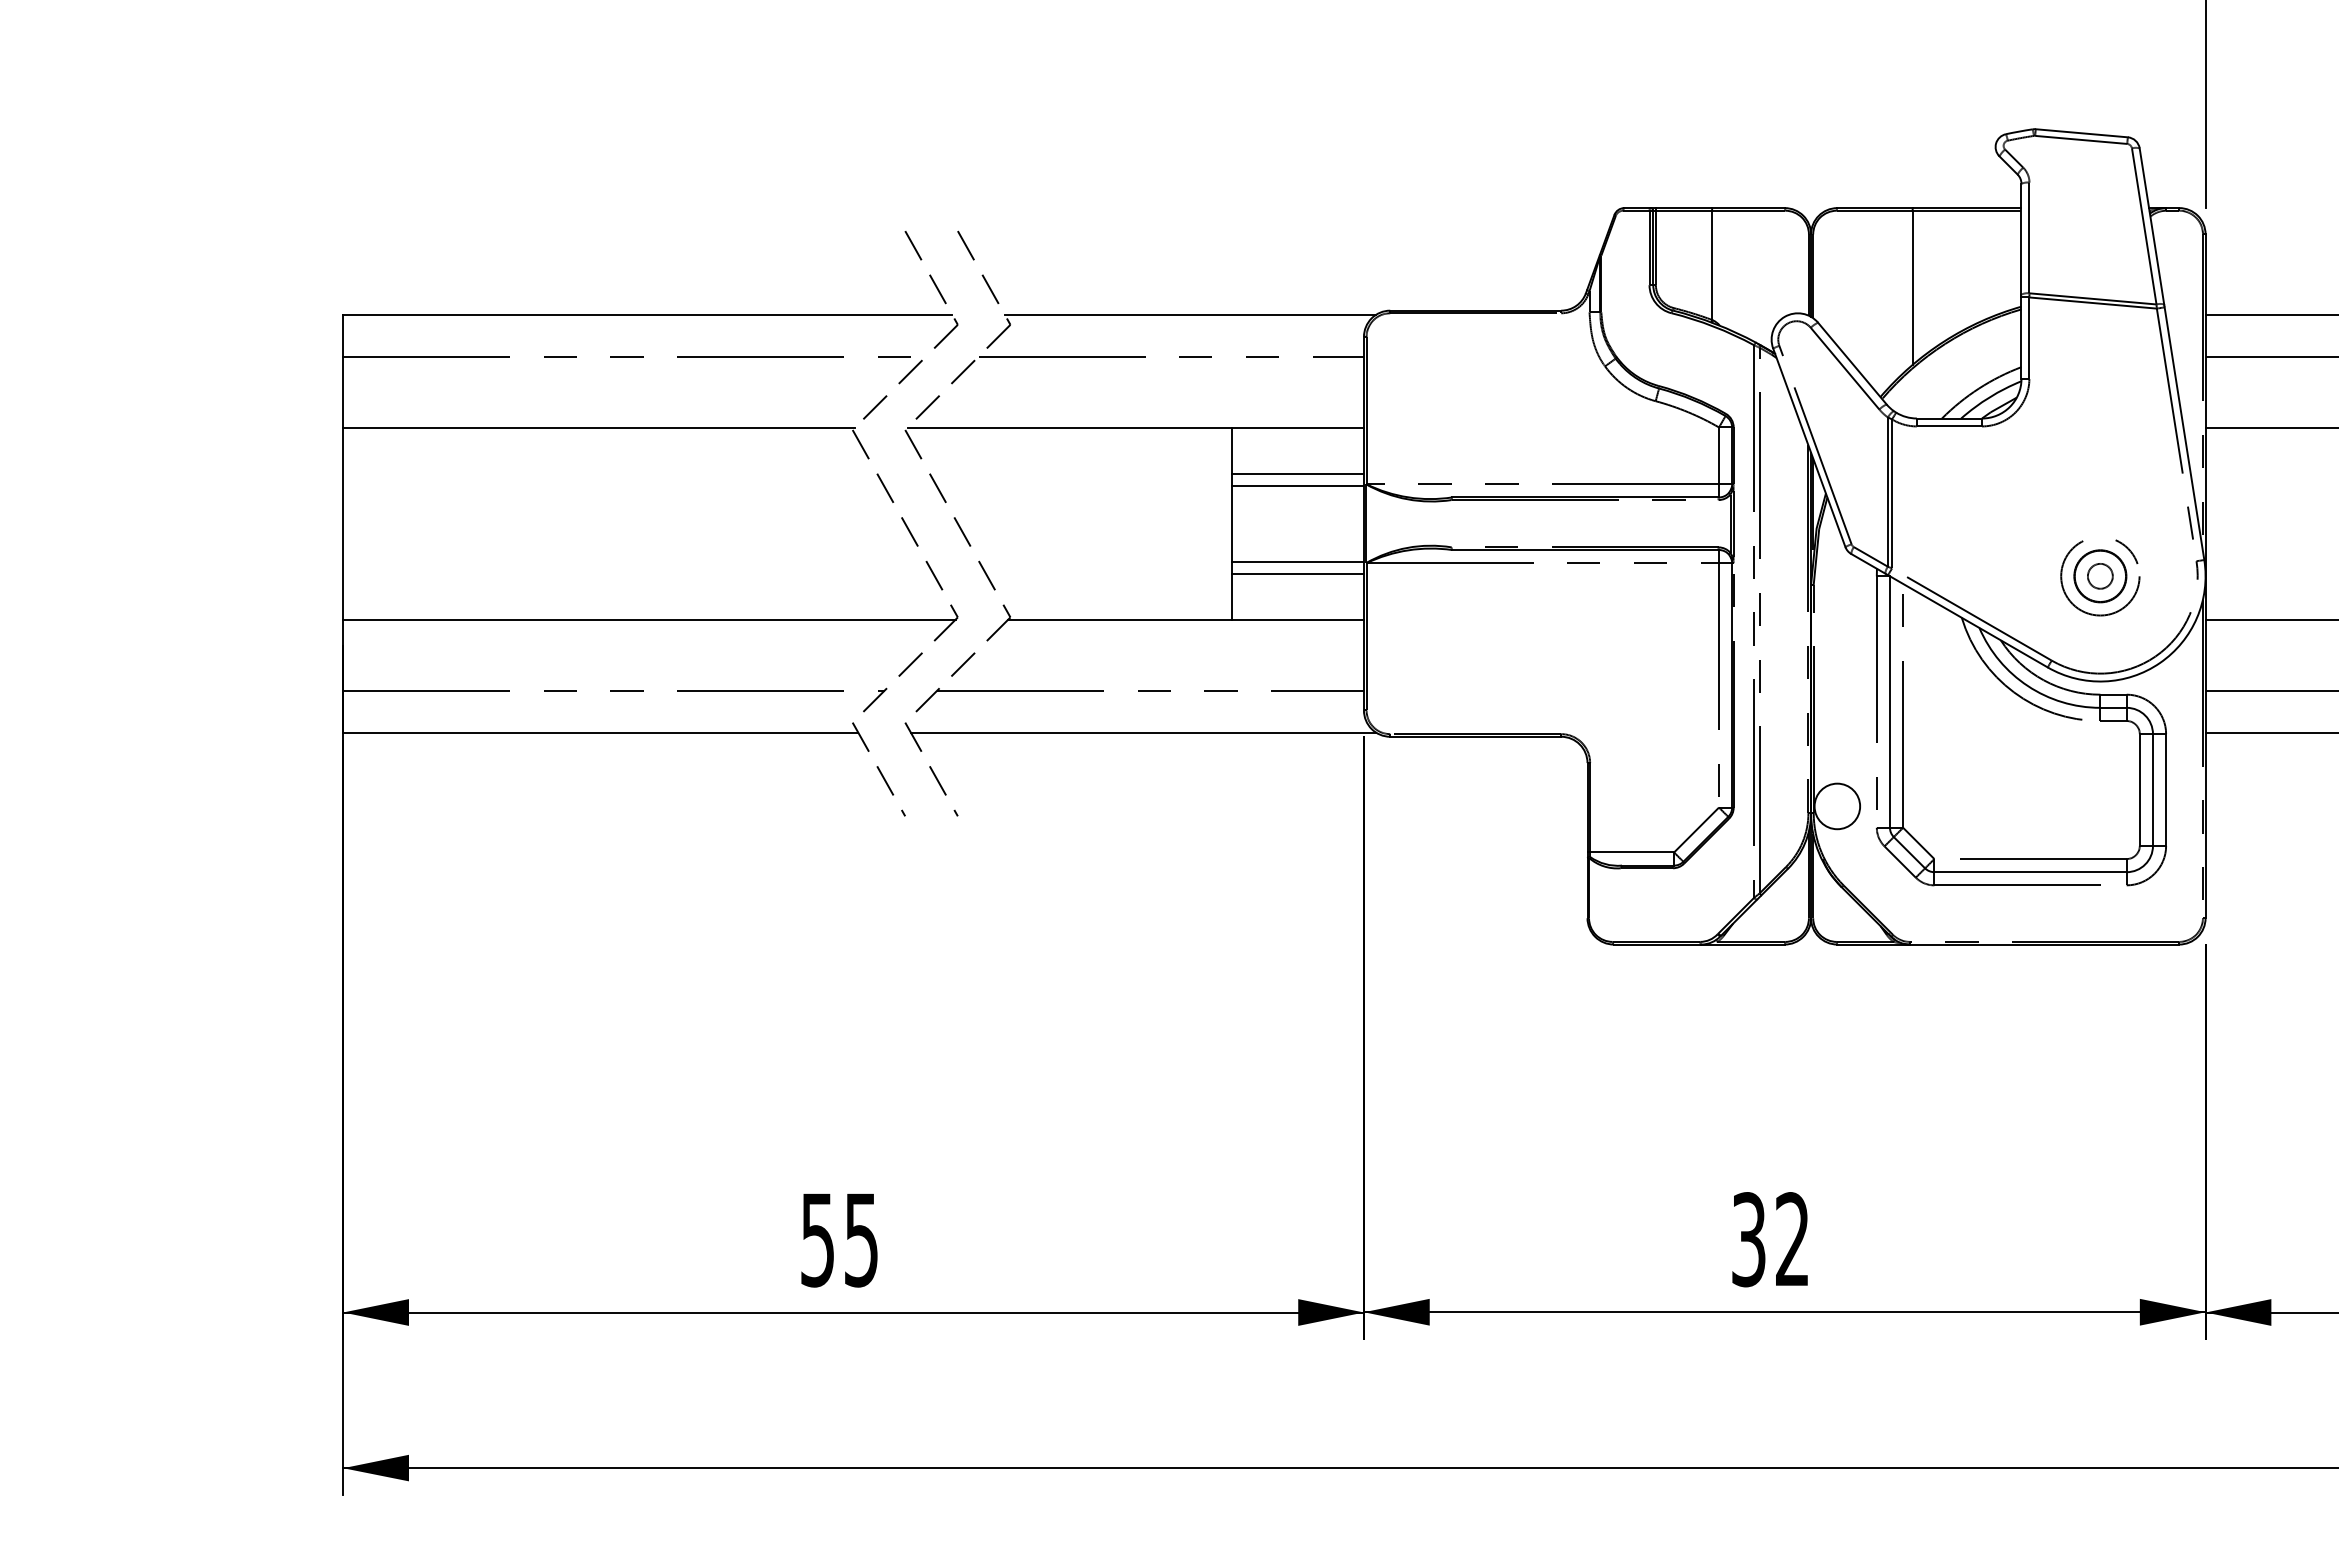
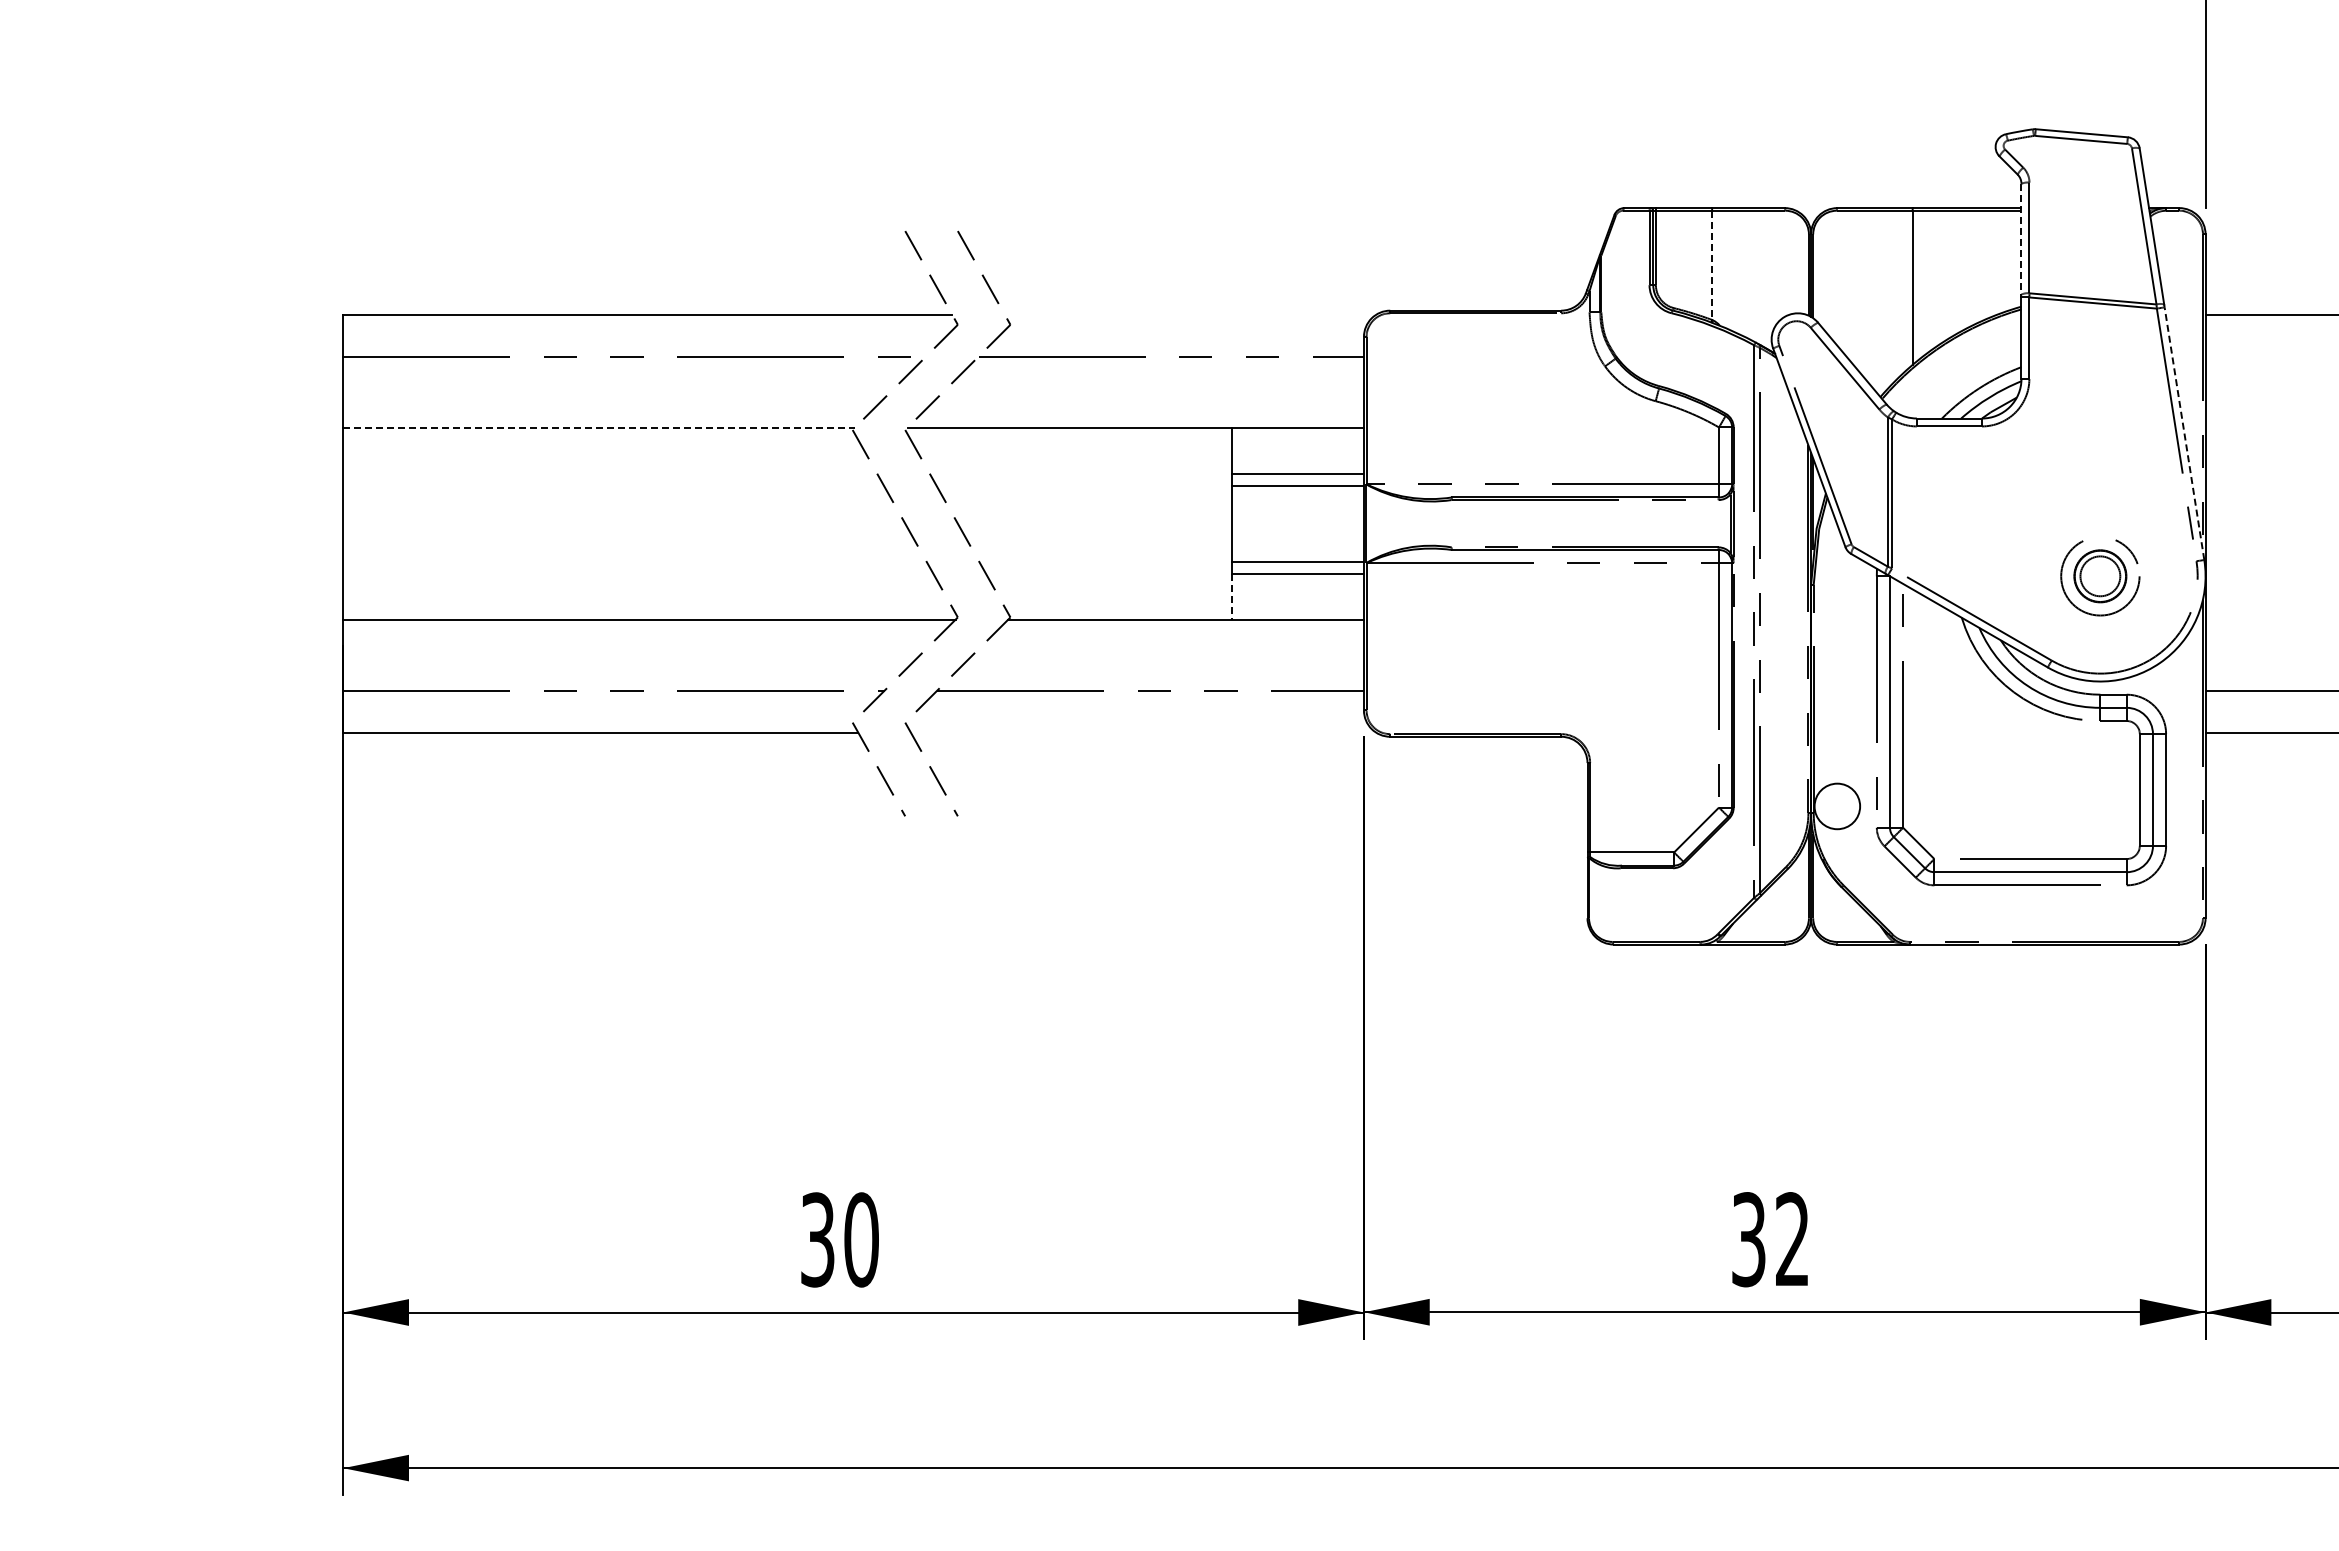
line at (2021, 239): solid -> dashed
line at (1712, 265): solid -> dashed
line at (1190, 314): present -> none
line at (2270, 356): present -> none
line at (599, 427): solid -> dashed
line at (2270, 427): present -> none
line at (2184, 433): solid -> dashed
circle at (2099, 575) diameter: 25 px -> 40 px
line at (1232, 597): solid -> dashed
line at (2270, 619): present -> none
line at (1143, 732): present -> none
text at (839, 1239): 55 -> 30
